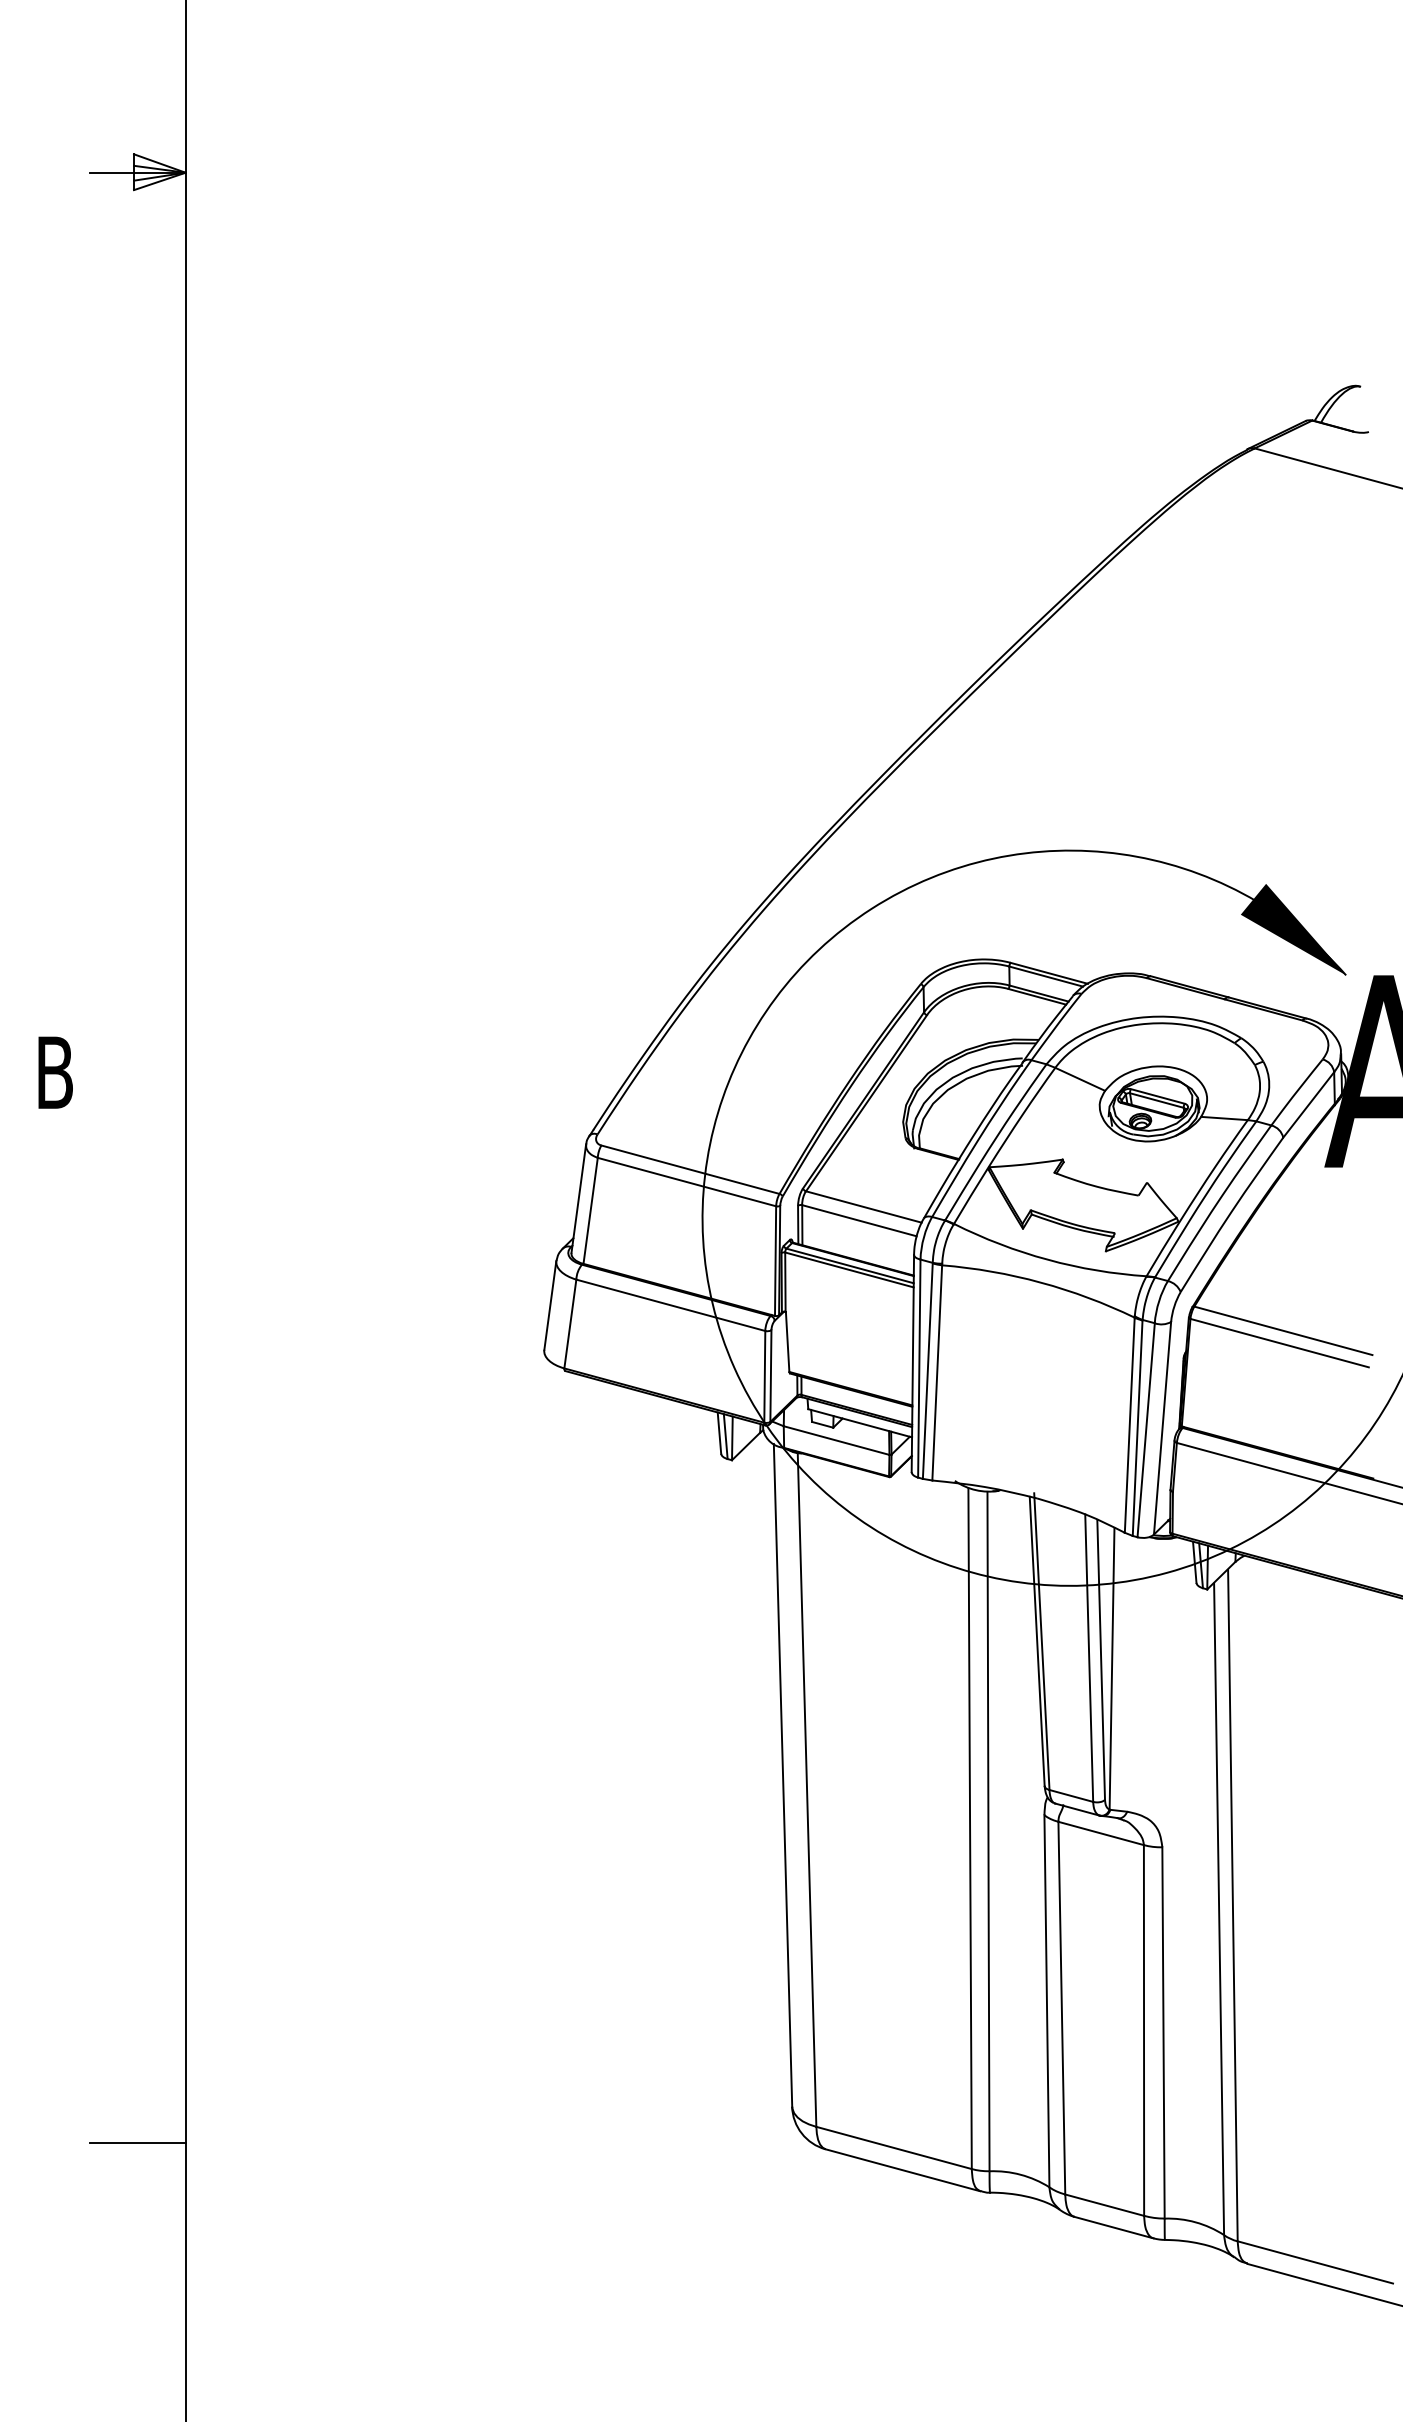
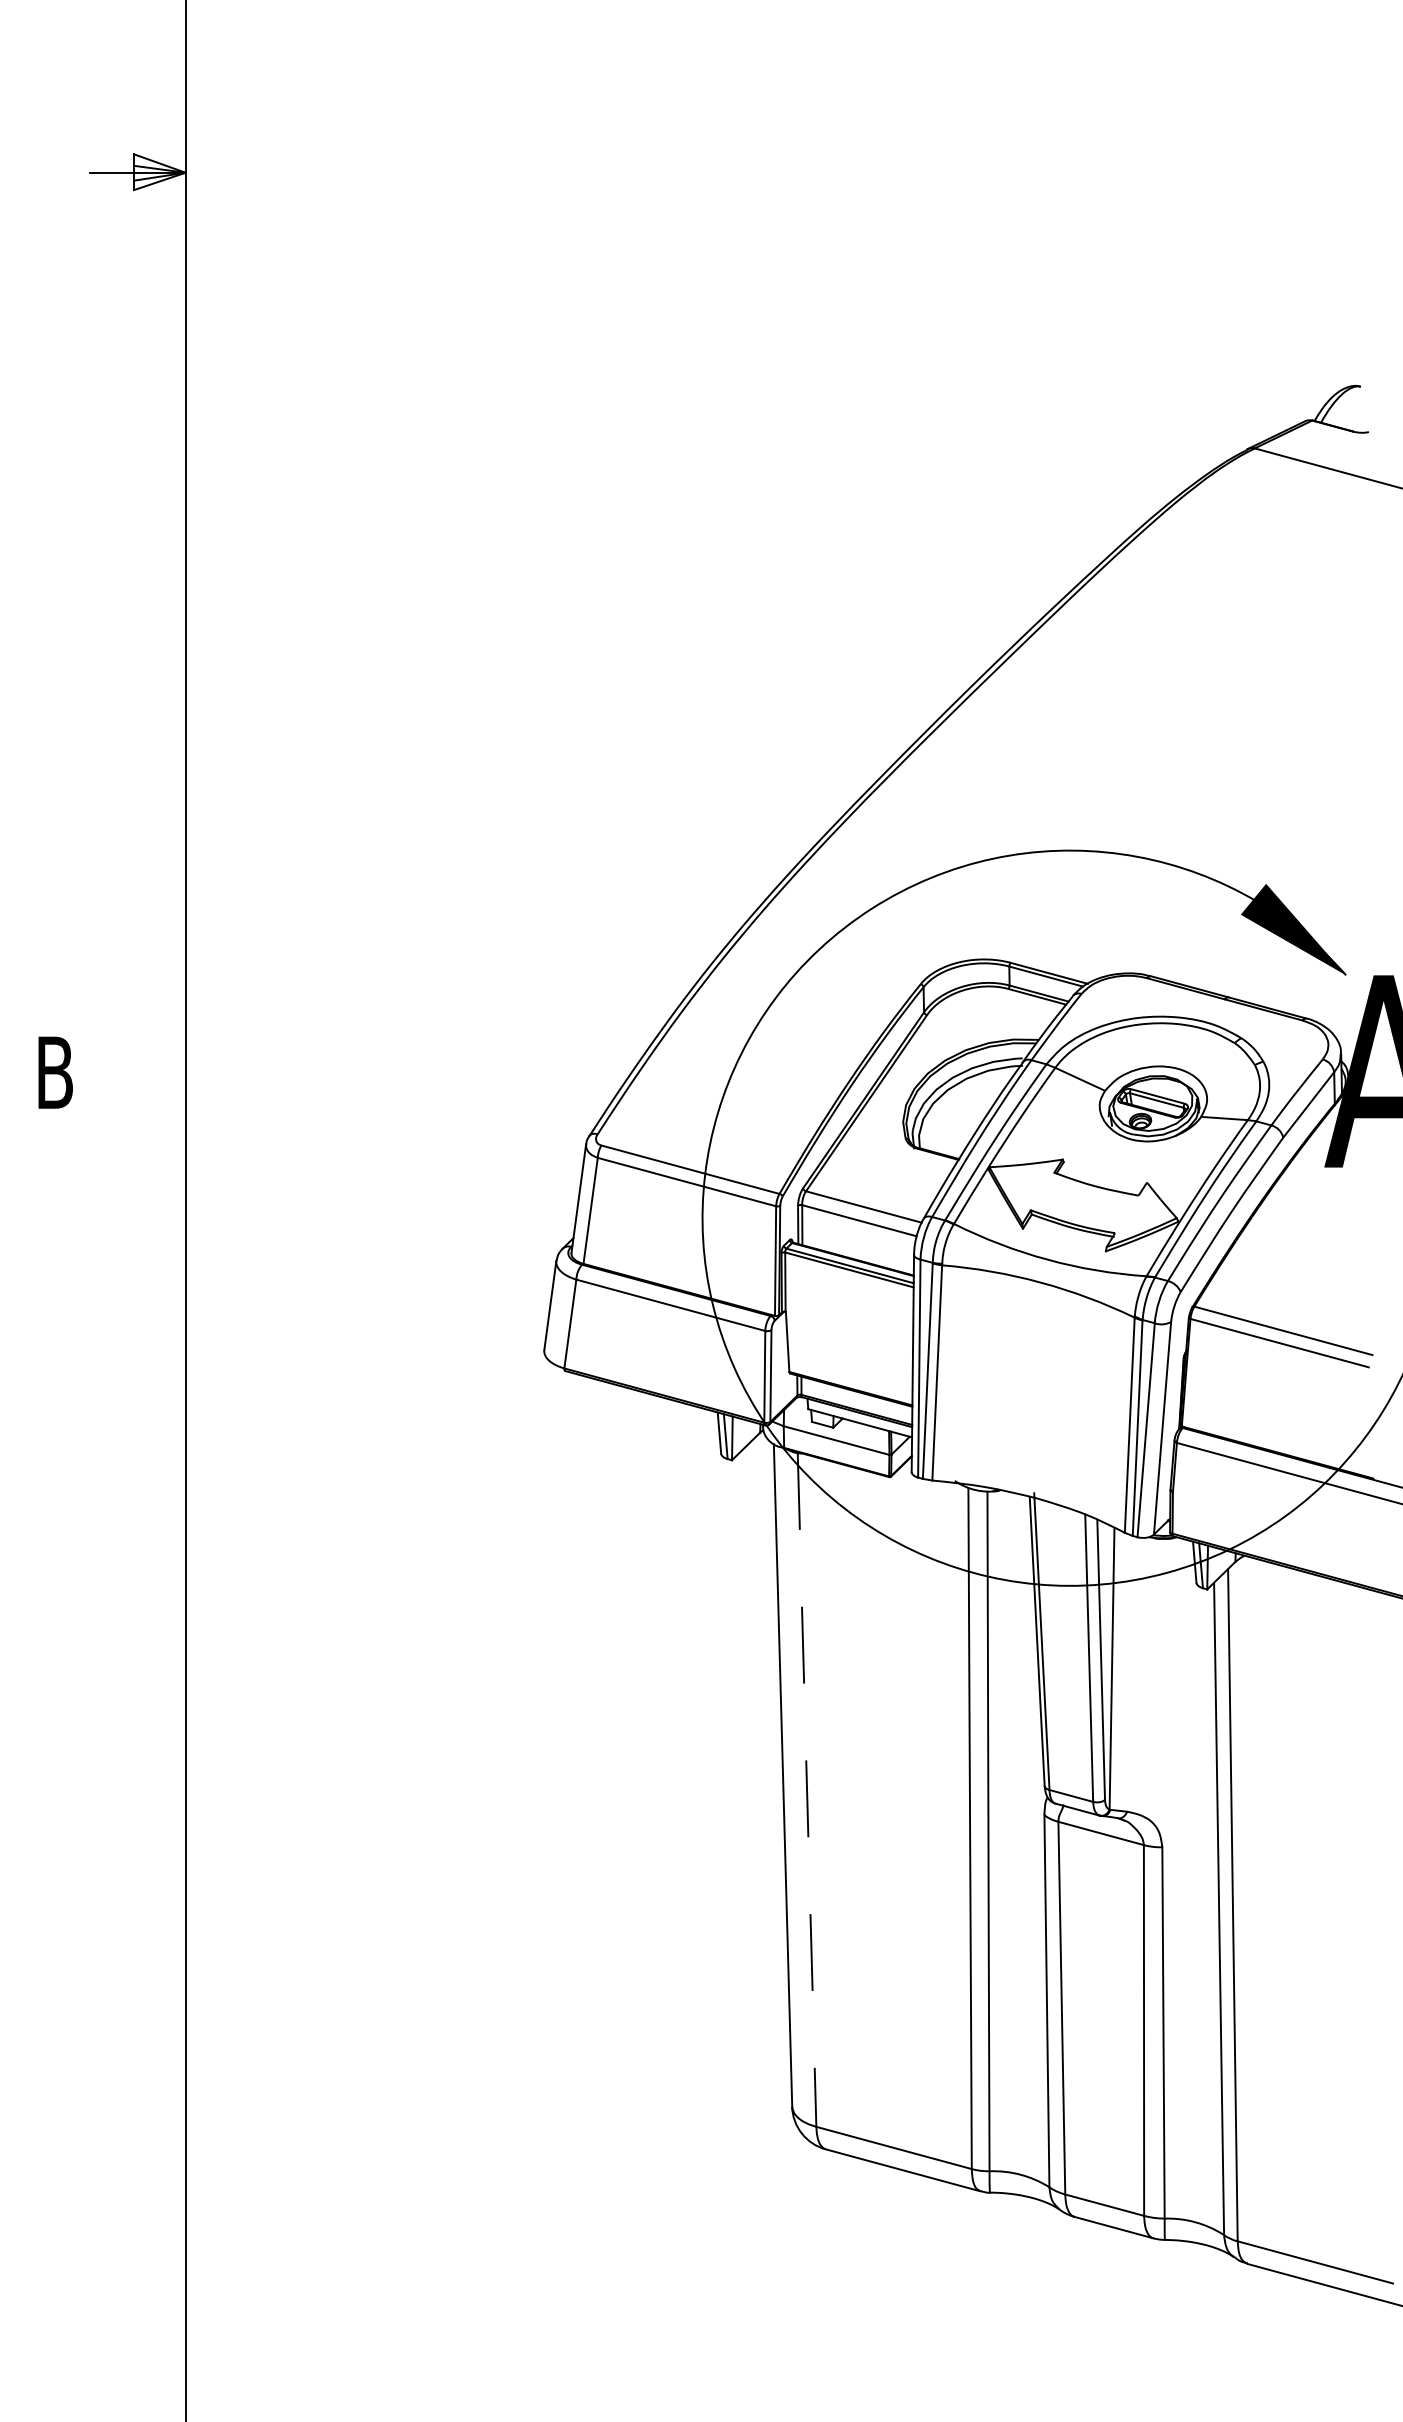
line at (807, 1790): solid -> dashed
line at (137, 2142): present -> none
